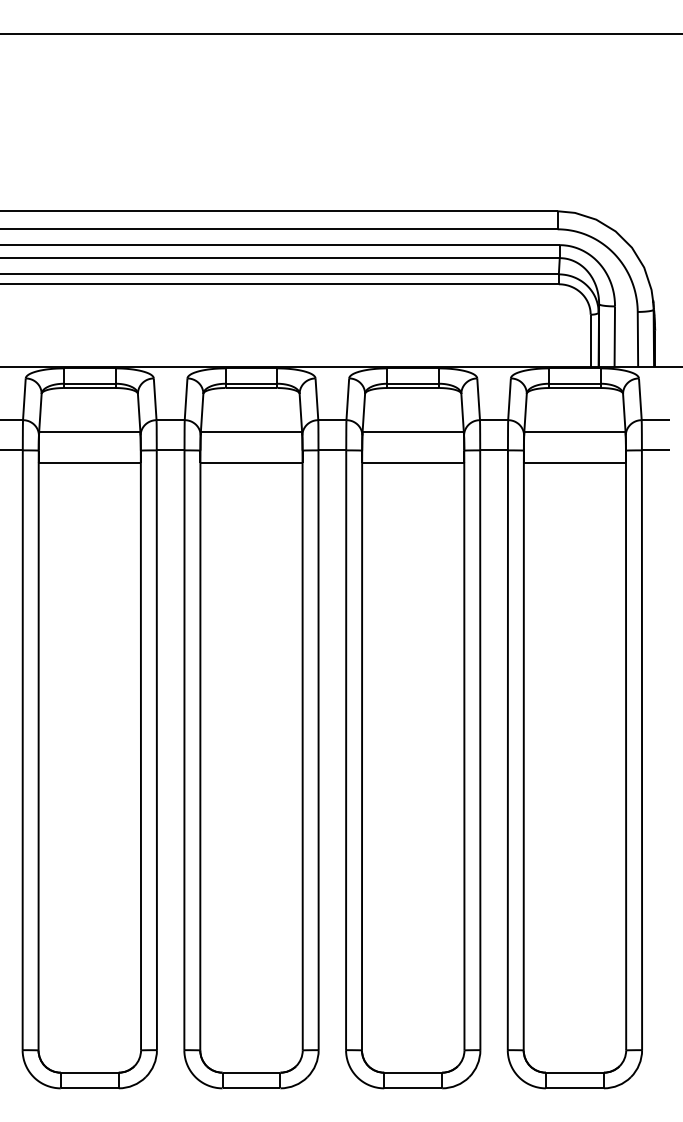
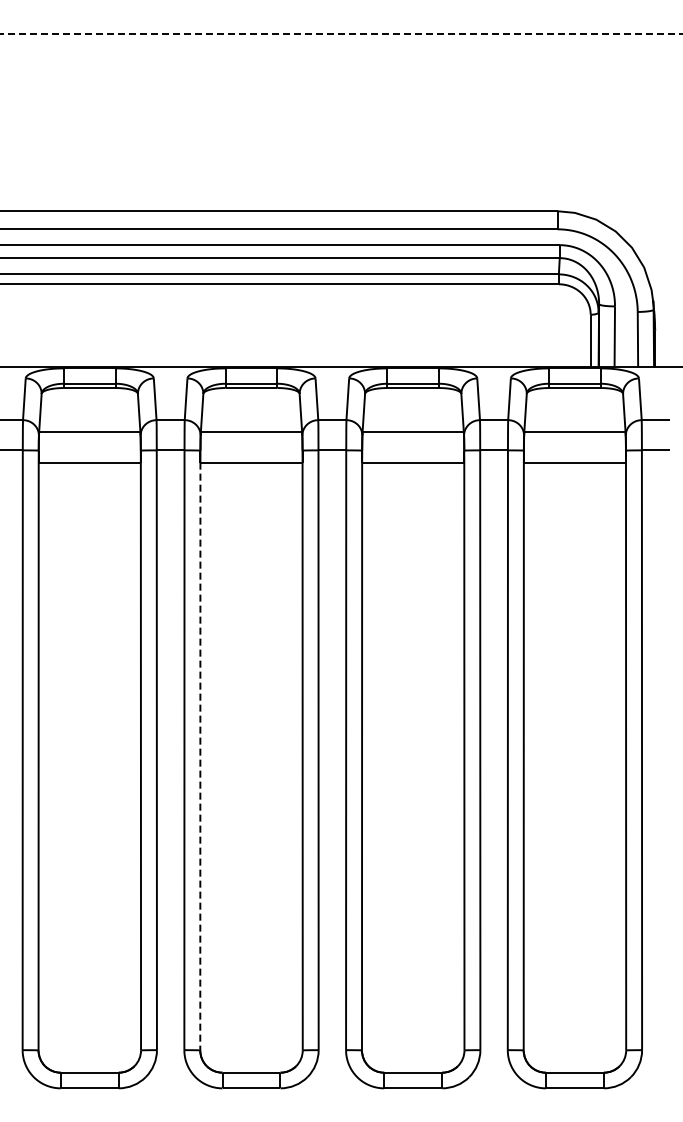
line at (341, 33): solid -> dashed
line at (200, 756): solid -> dashed
